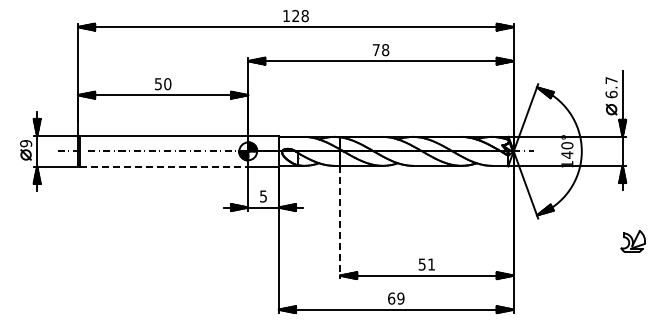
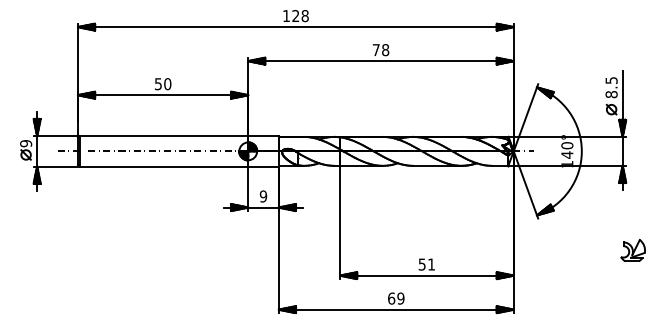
text at (611, 87): 6.7 -> 8.5
line at (164, 166): dashed -> solid
text at (263, 196): 5 -> 9
line at (340, 222): dashed -> solid
part at (632, 241) position: (632, 241) -> (632, 250)
